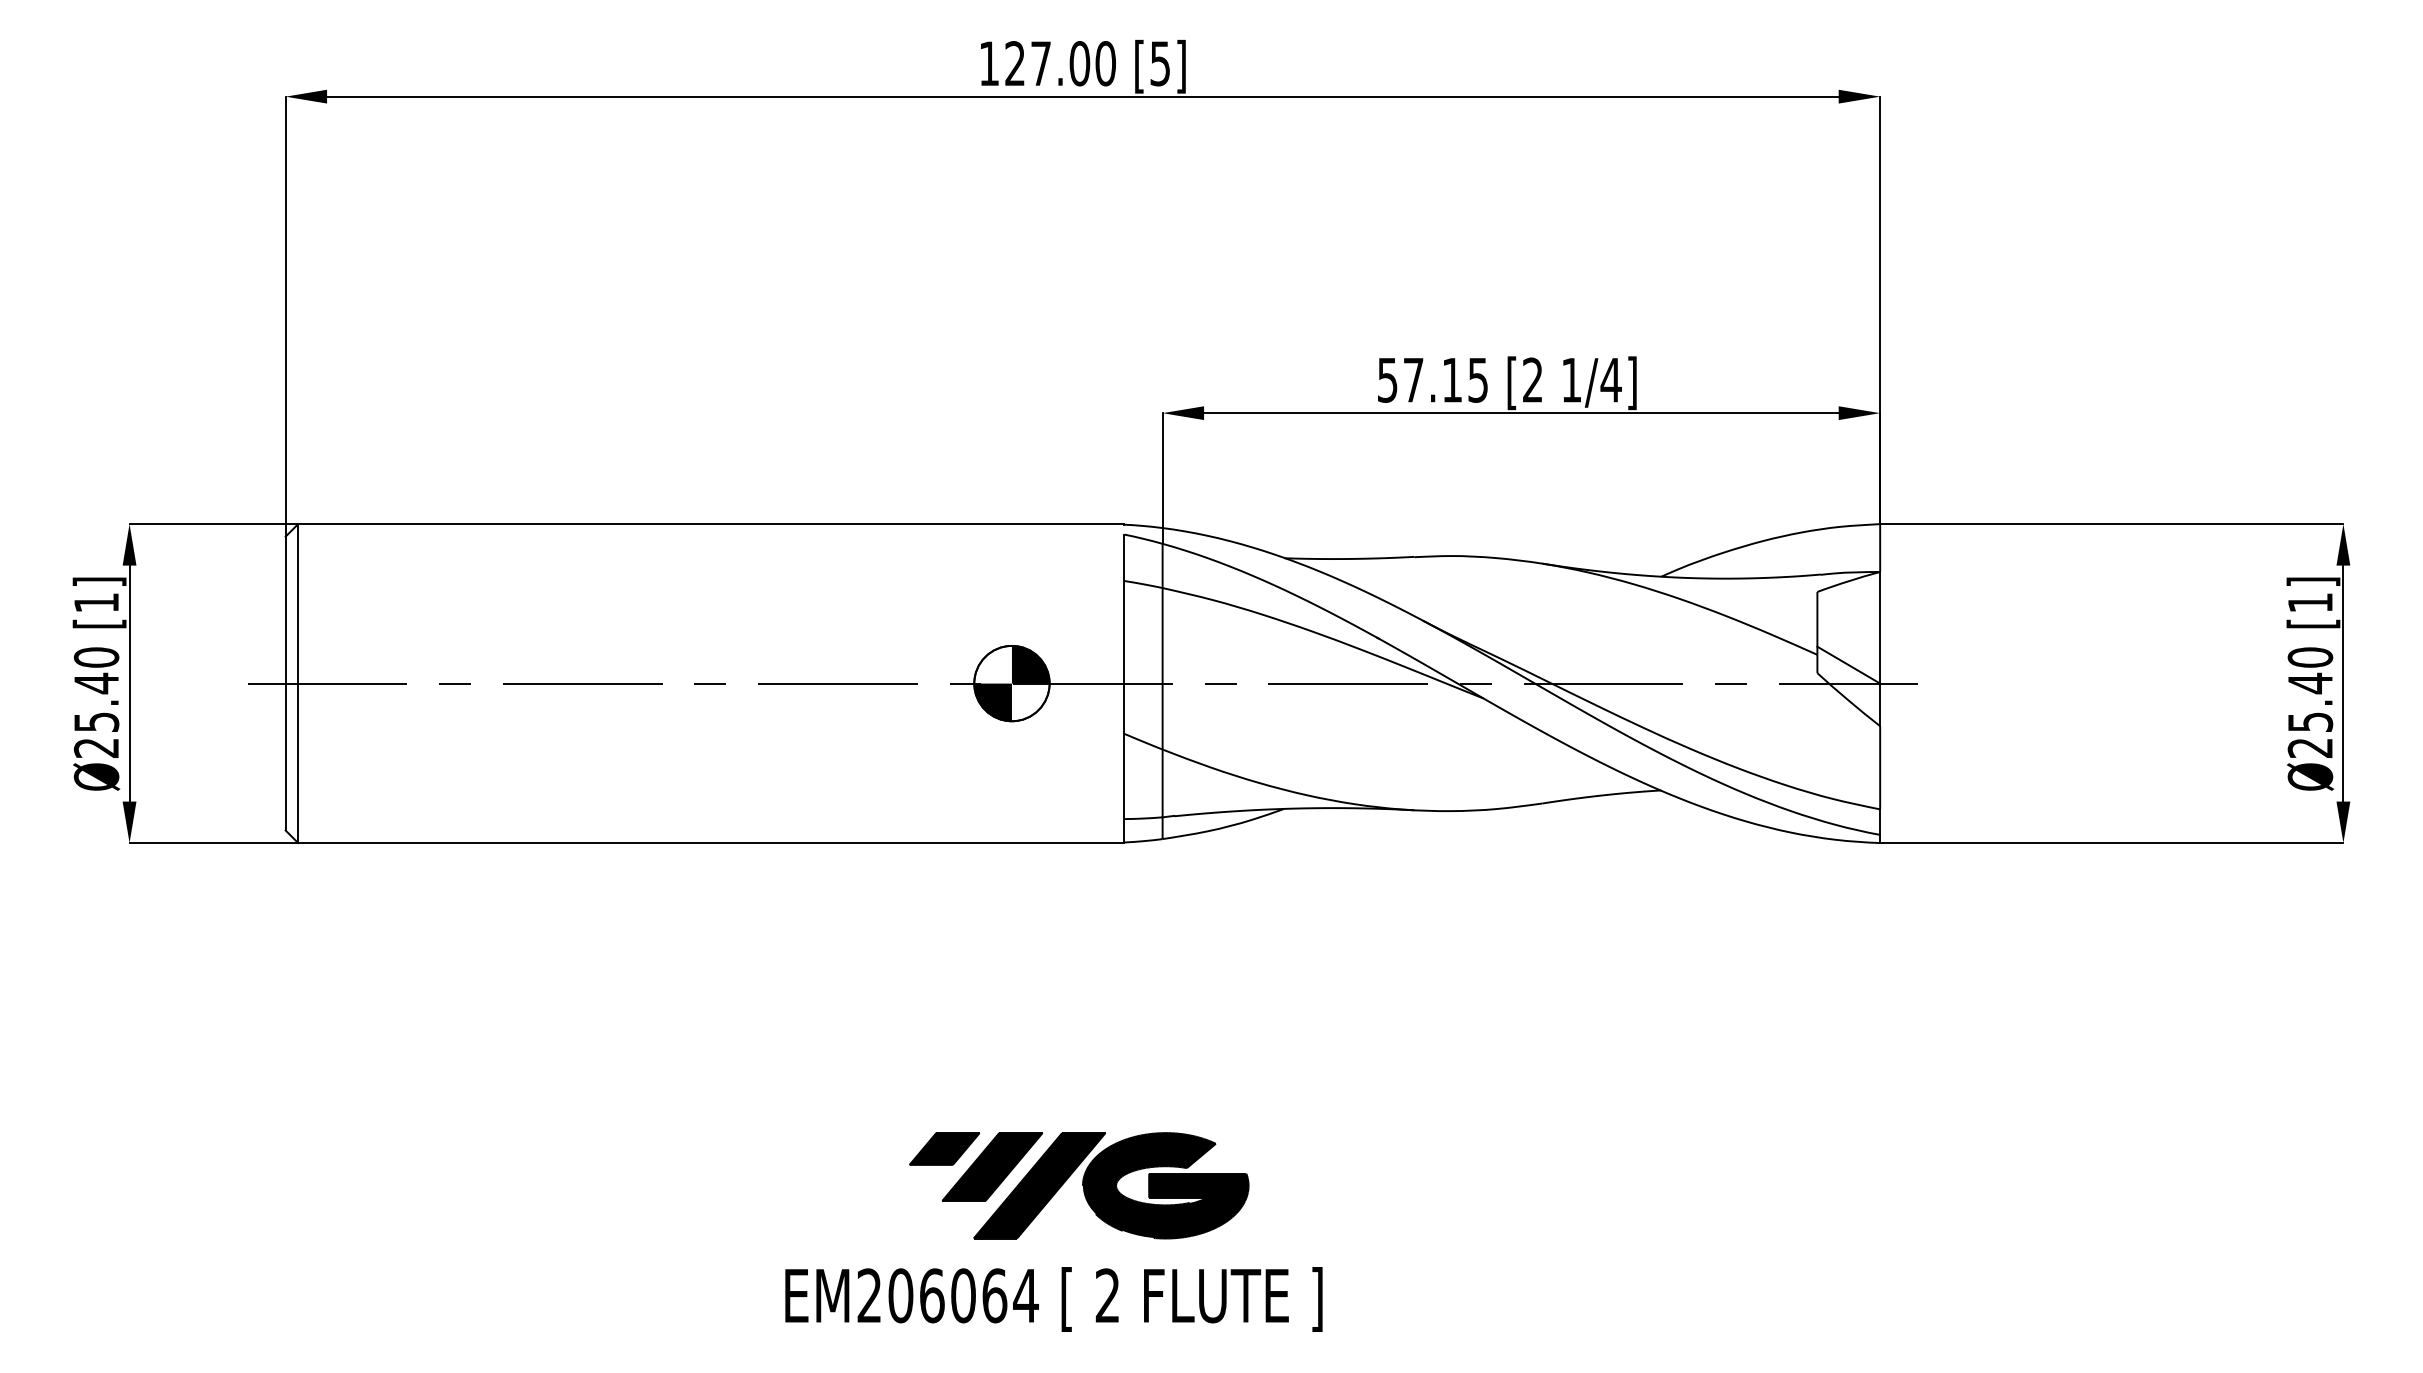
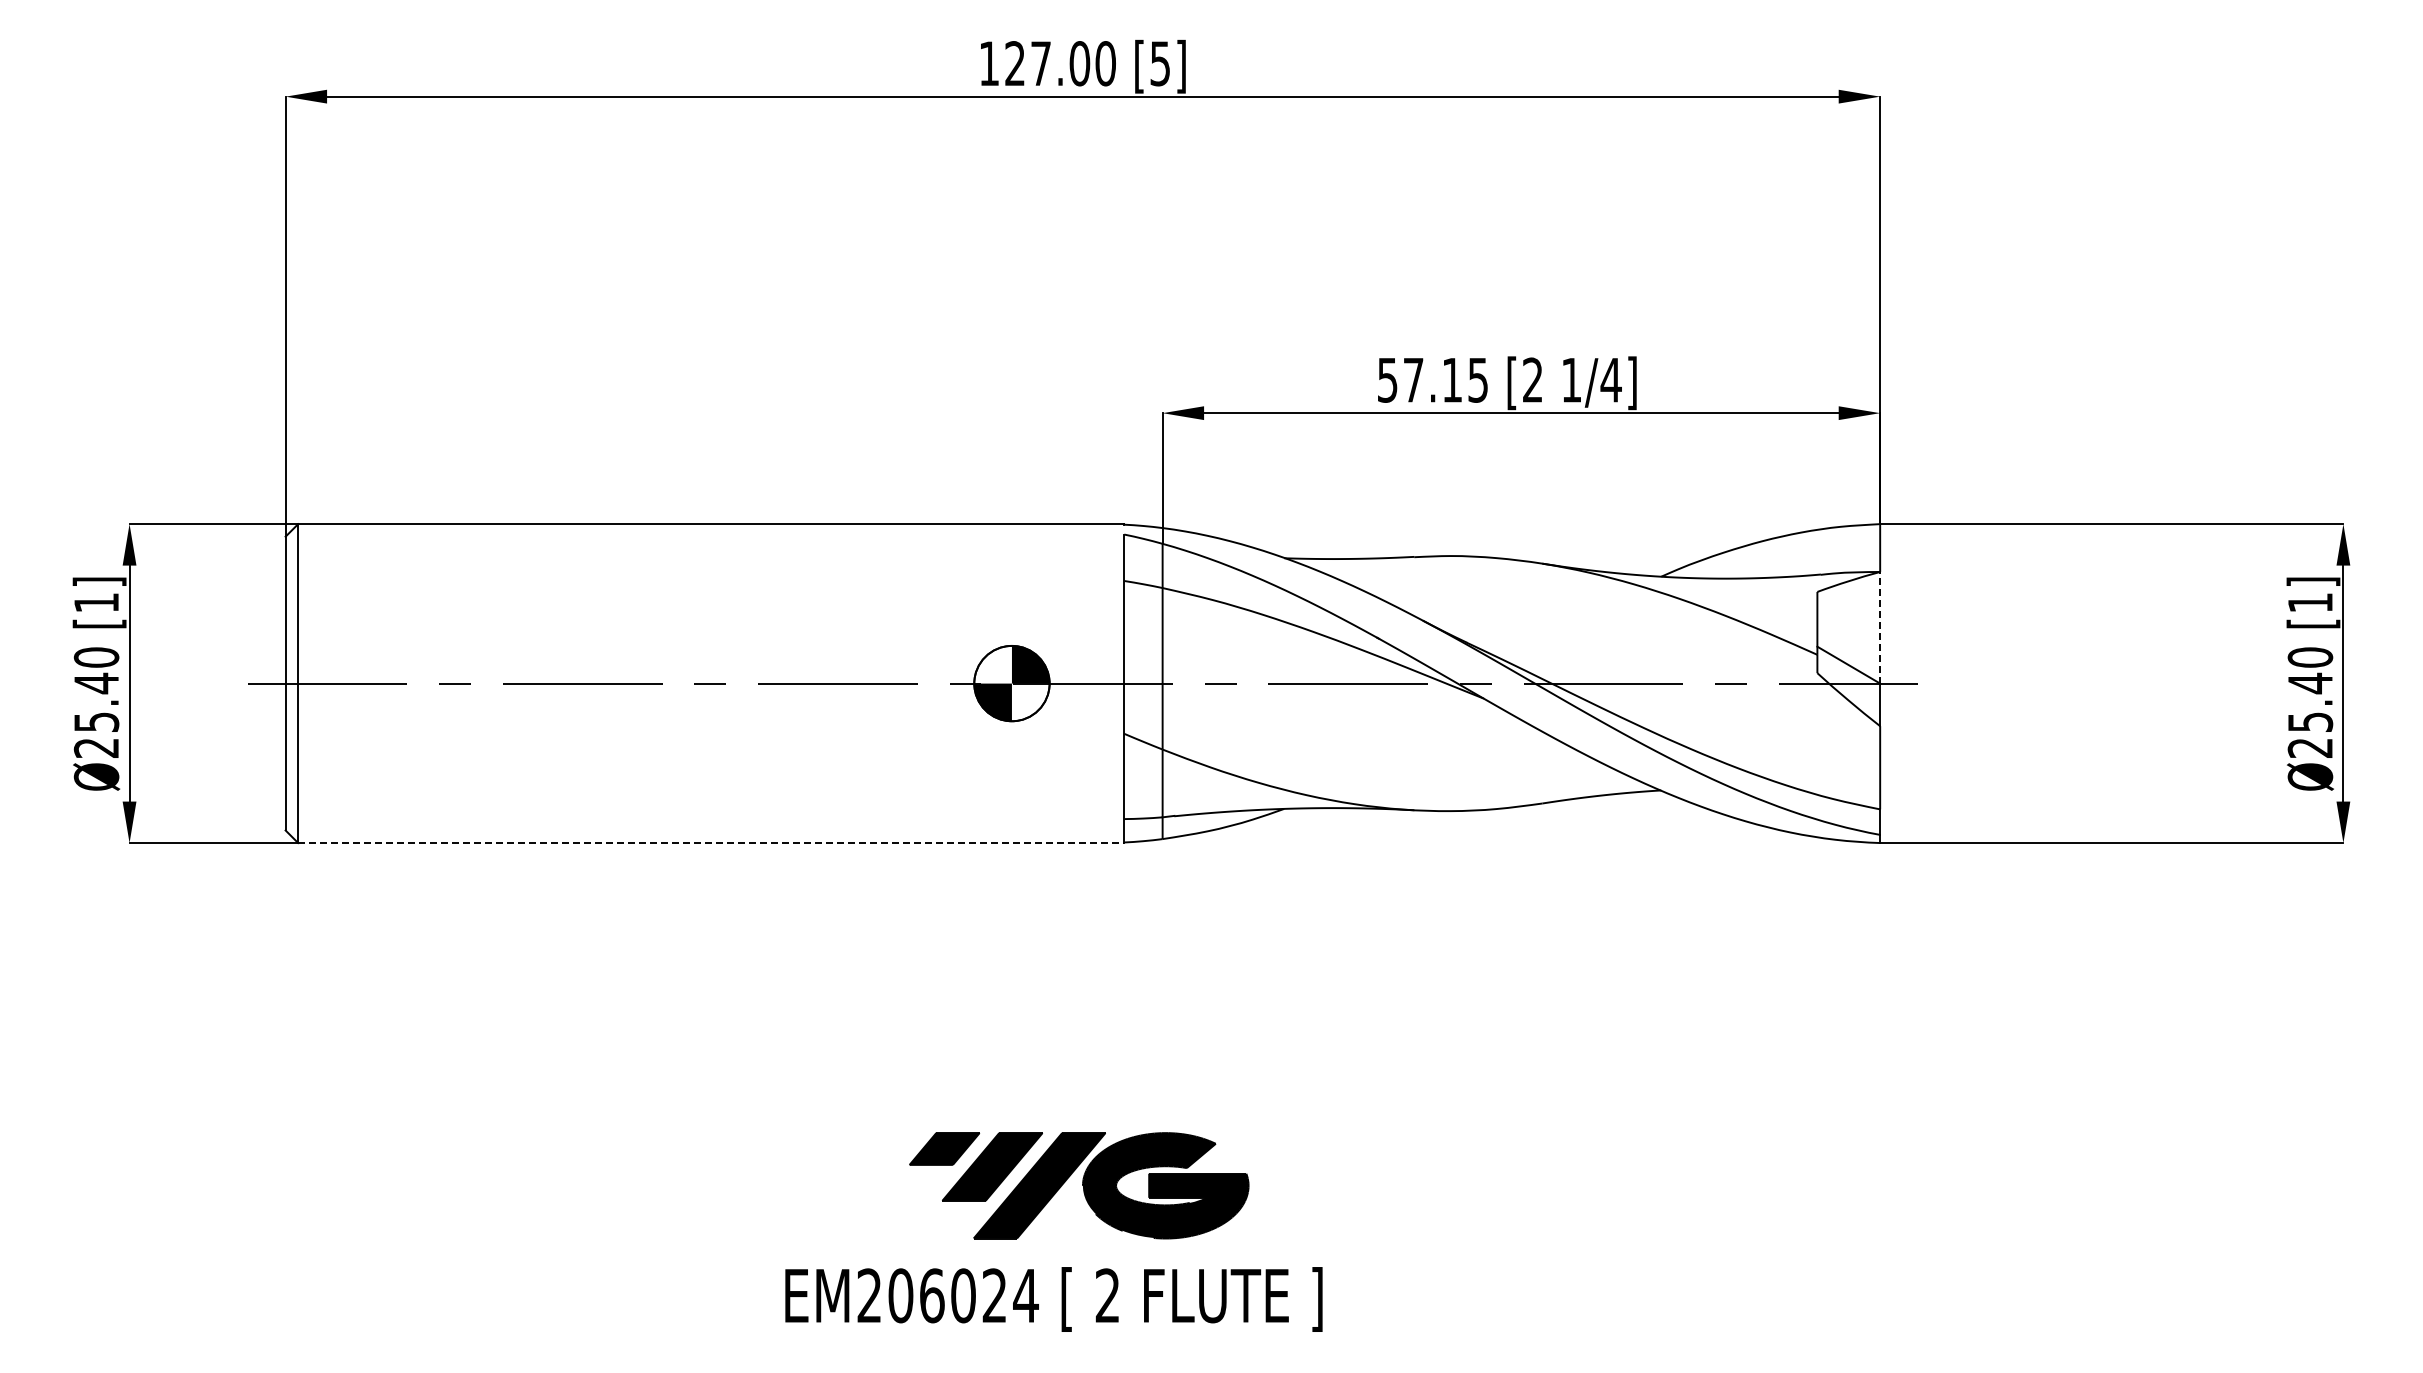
line at (1880, 627): solid -> dashed
line at (711, 843): solid -> dashed
text at (994, 1295): EM206064 -> EM206024
